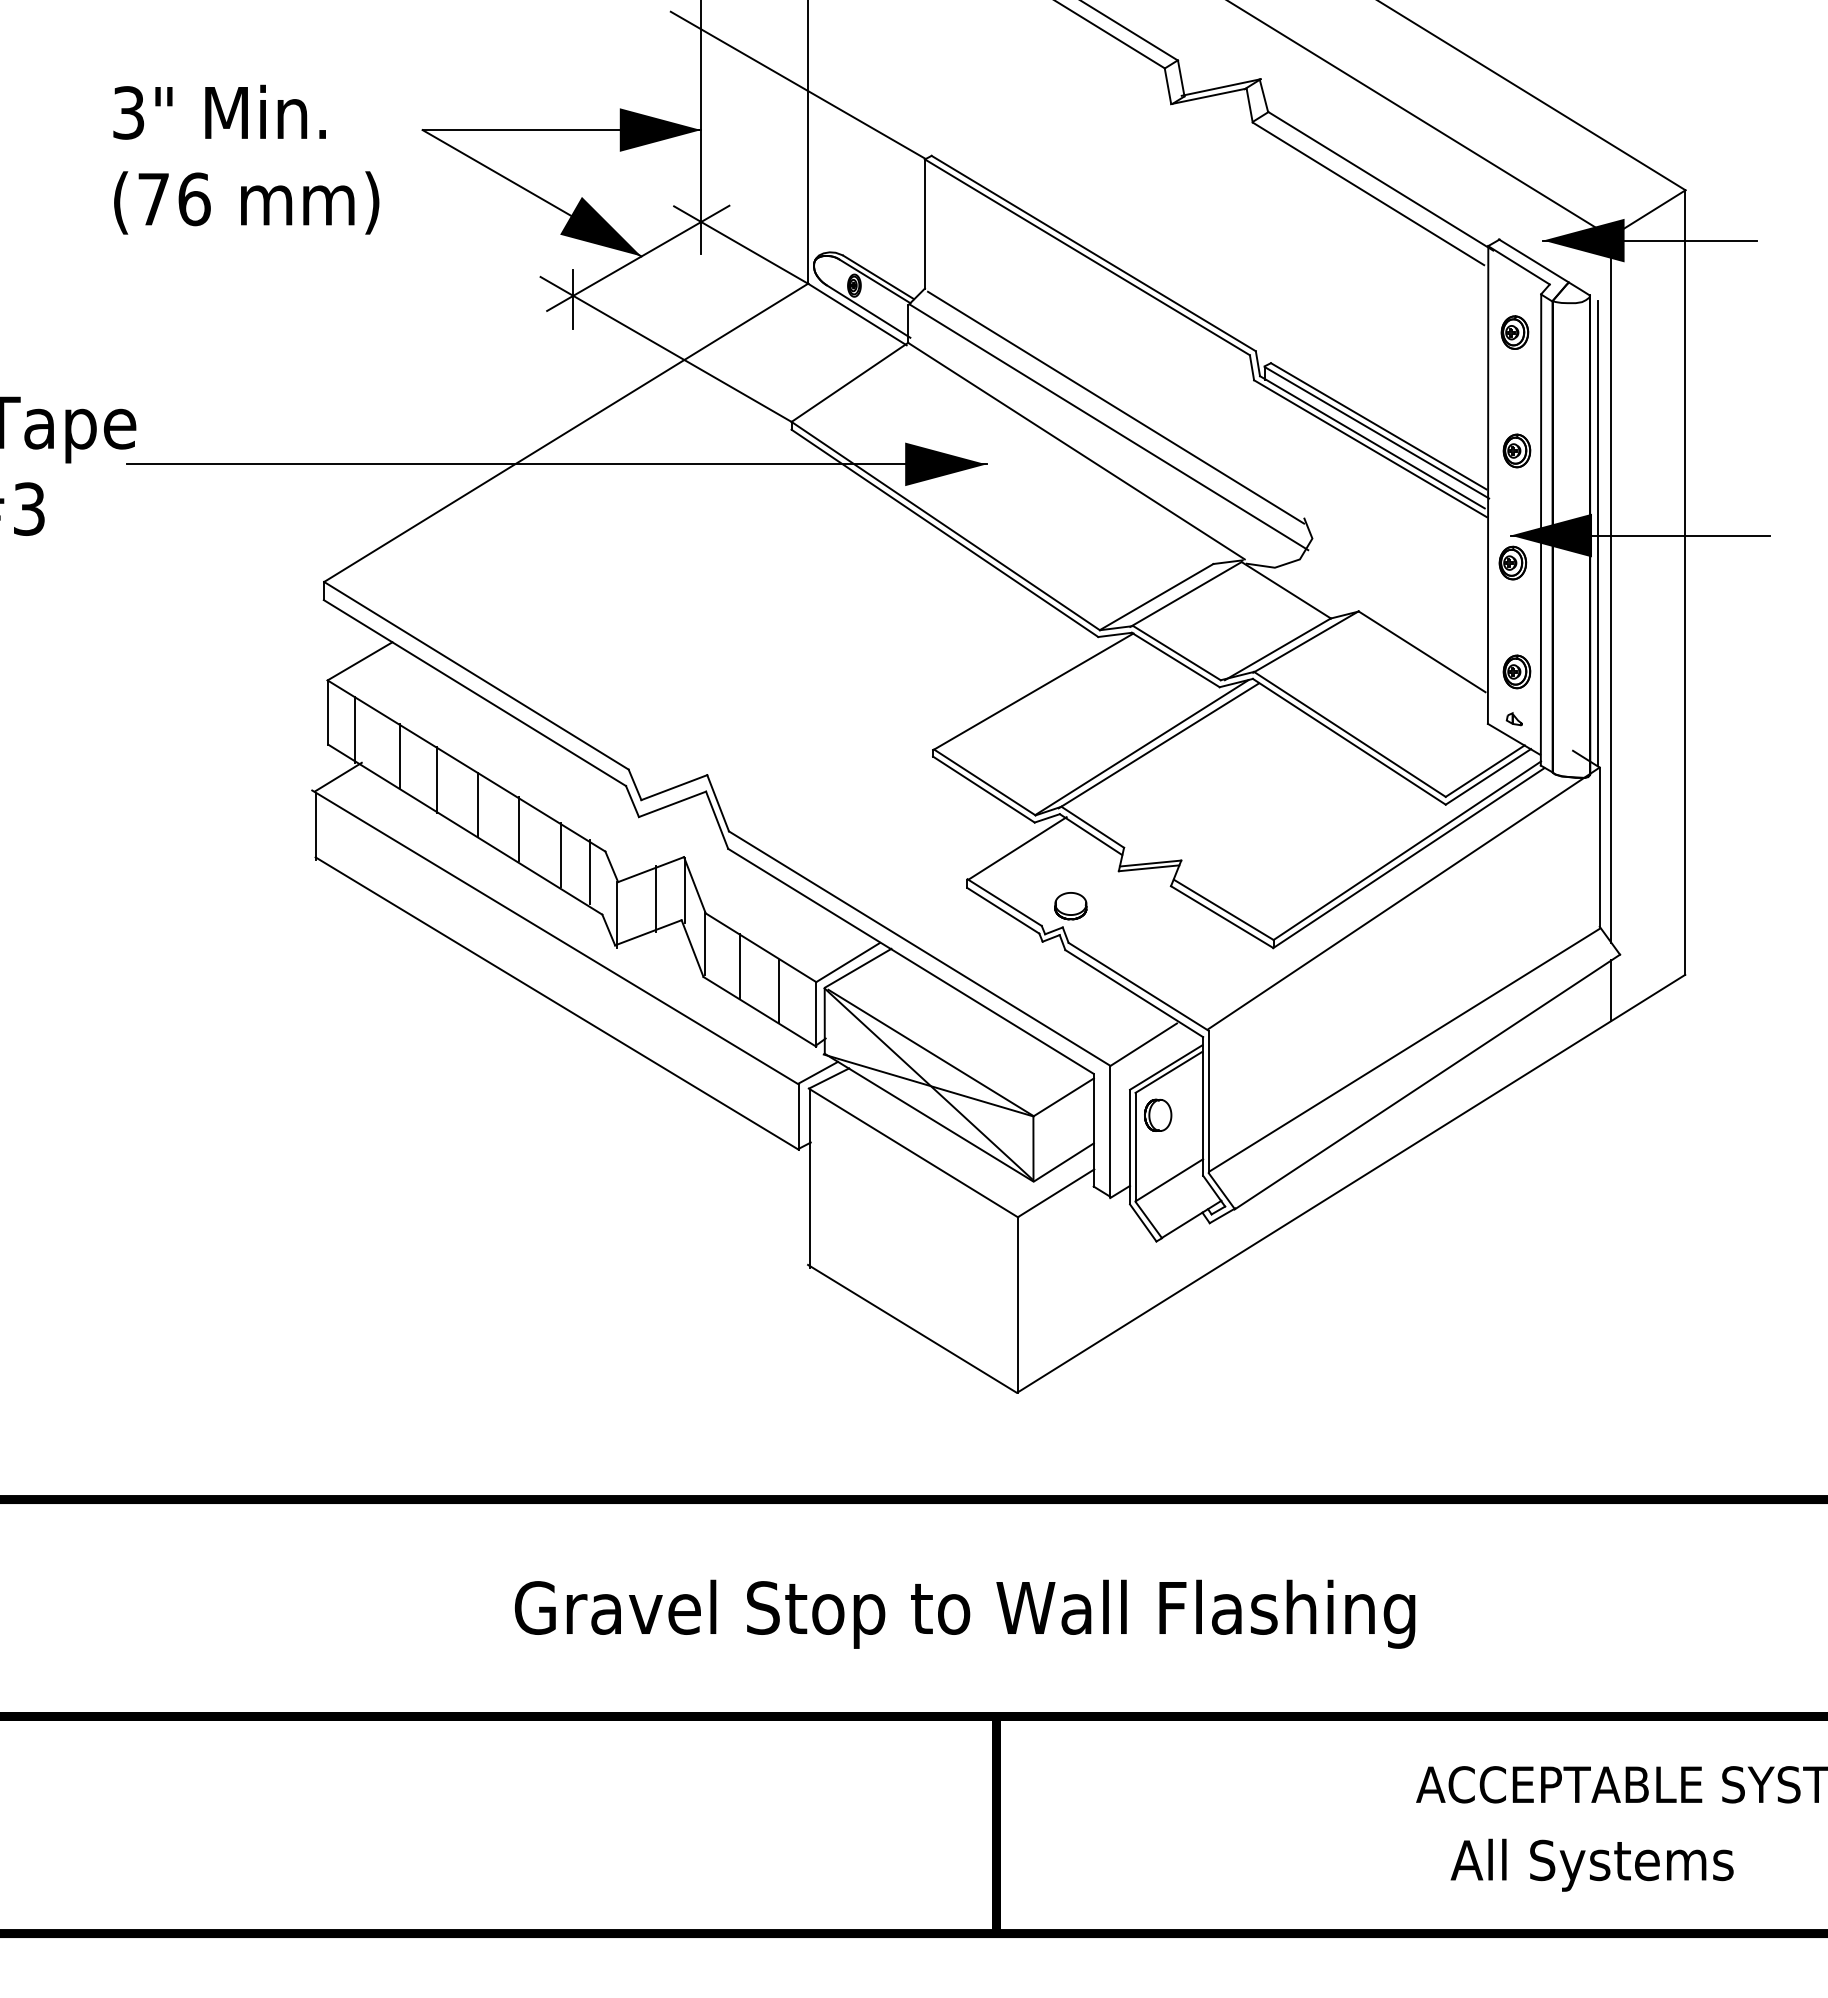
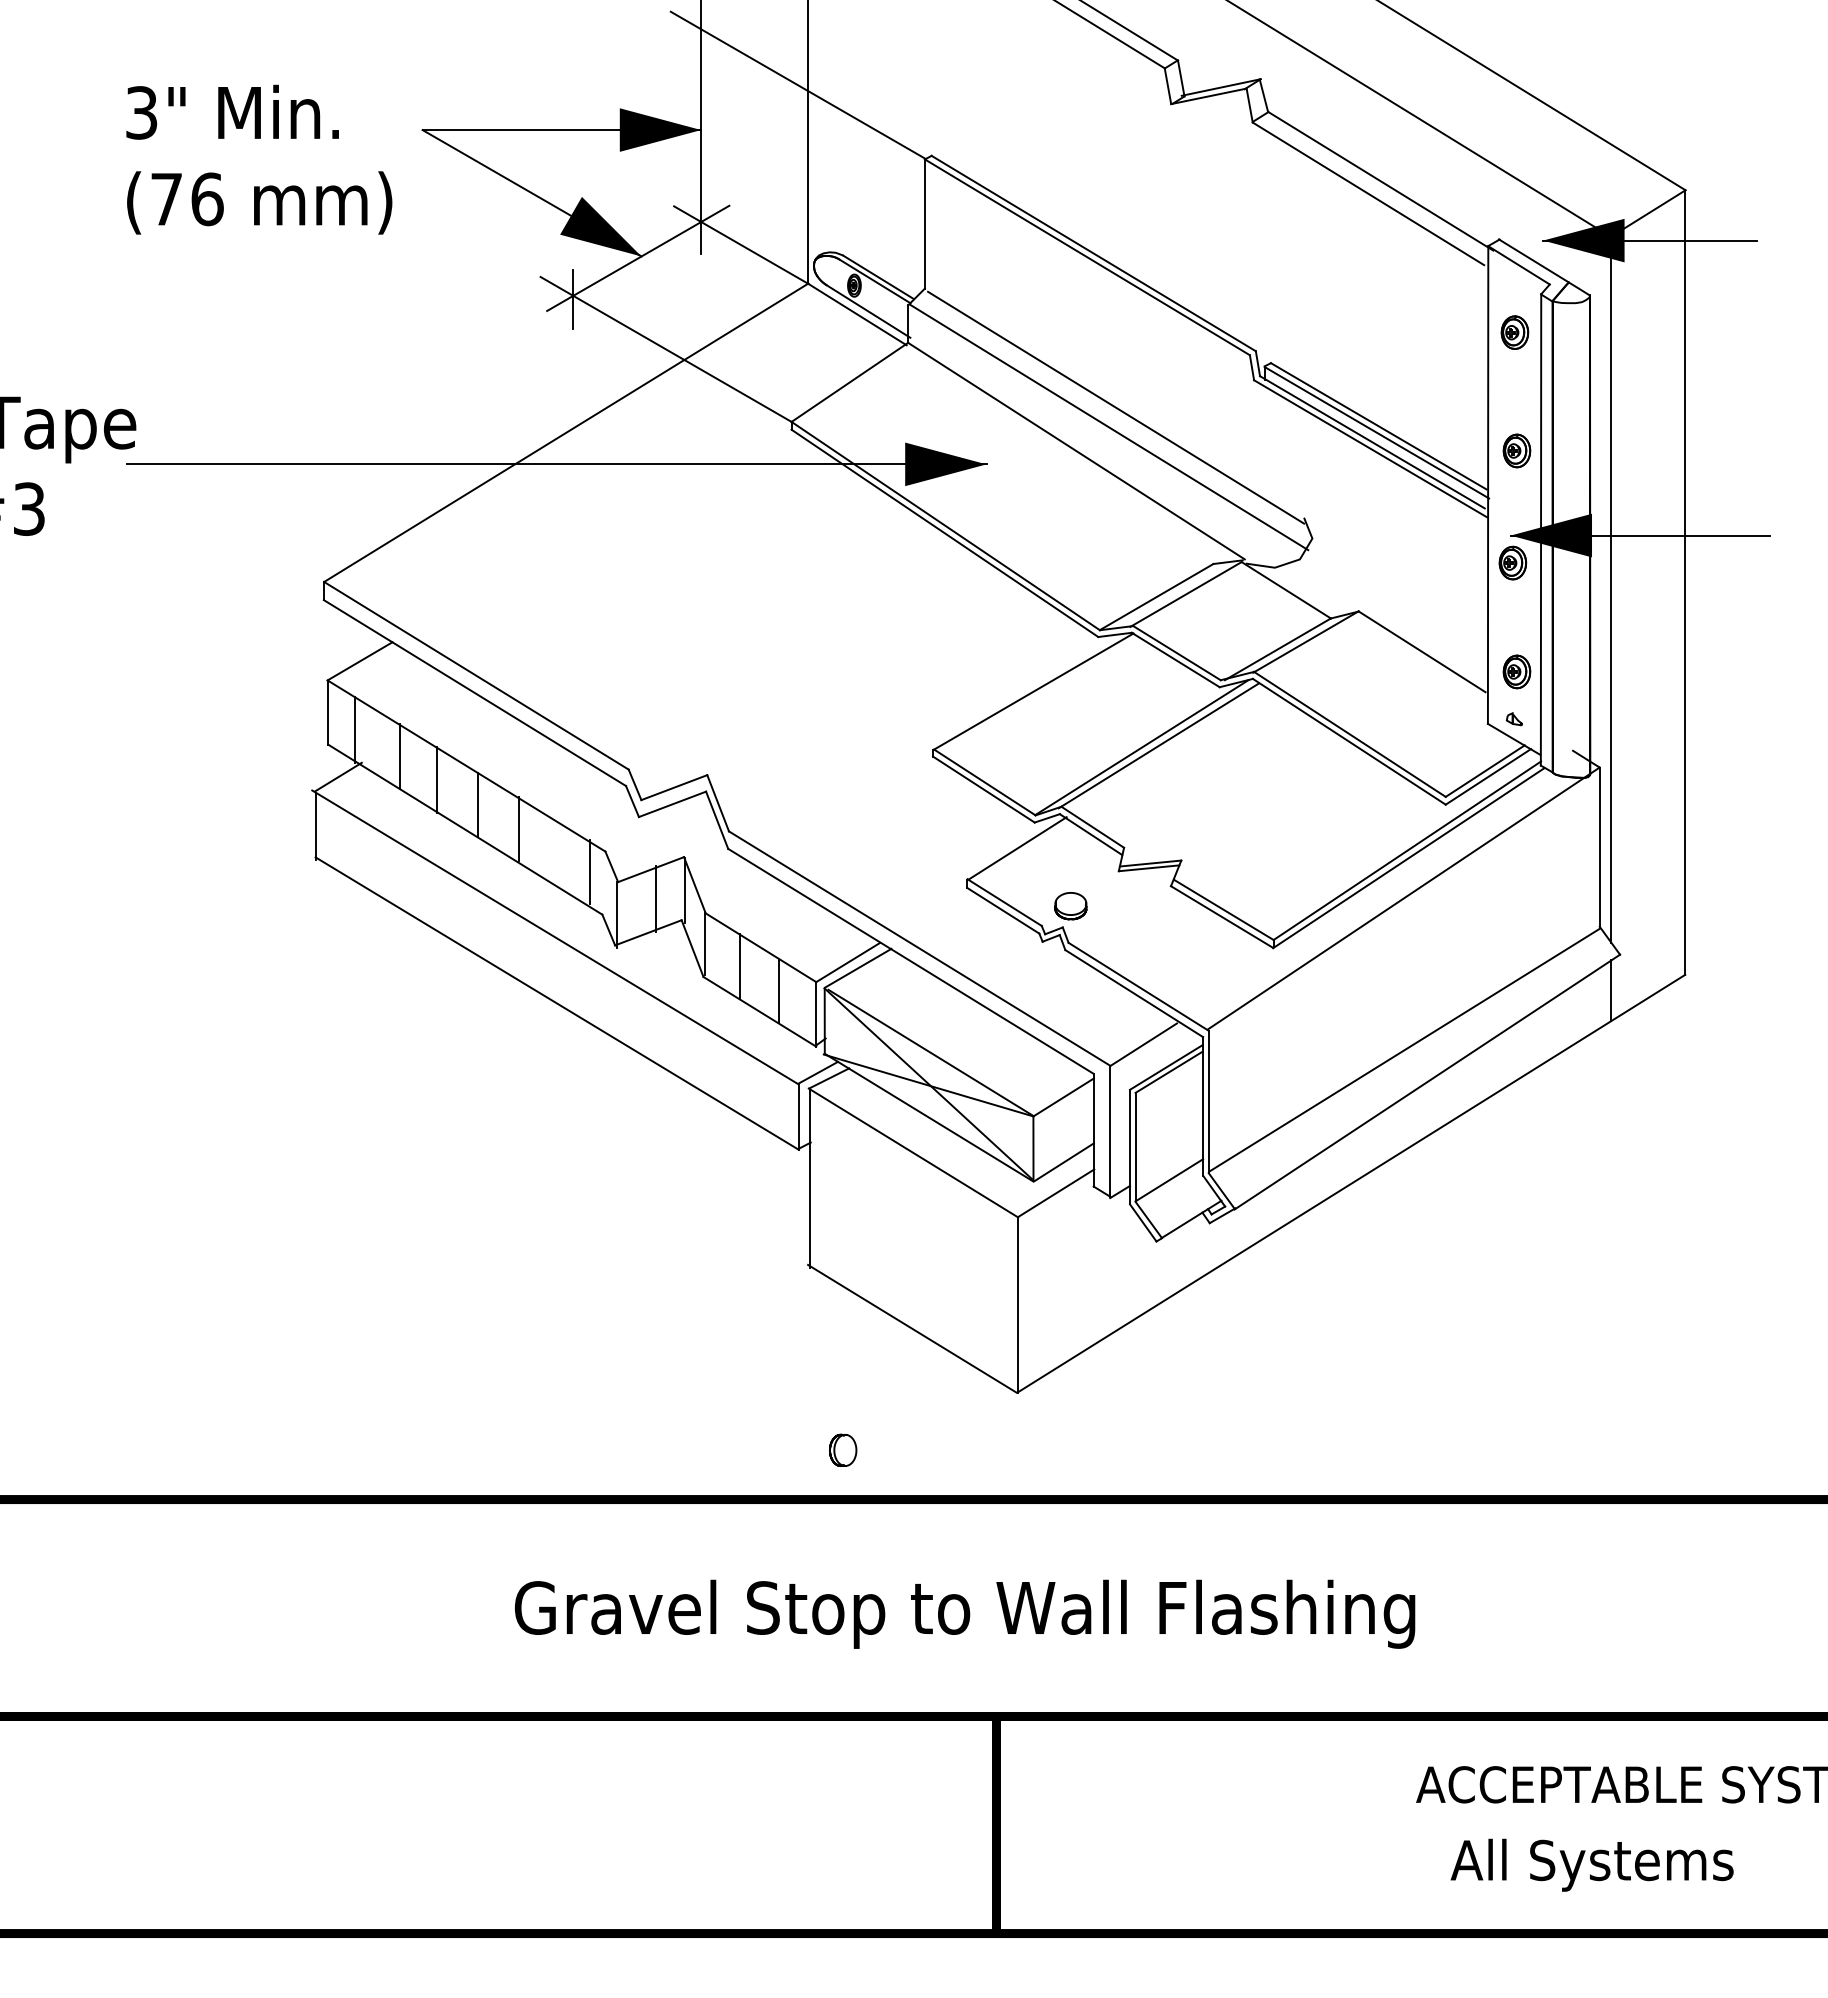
text at (246, 159) position: (246, 159) -> (259, 159)
line at (1598, 532): present -> none
line at (561, 855): present -> none
part at (1158, 1114) position: (1158, 1114) -> (843, 1449)
